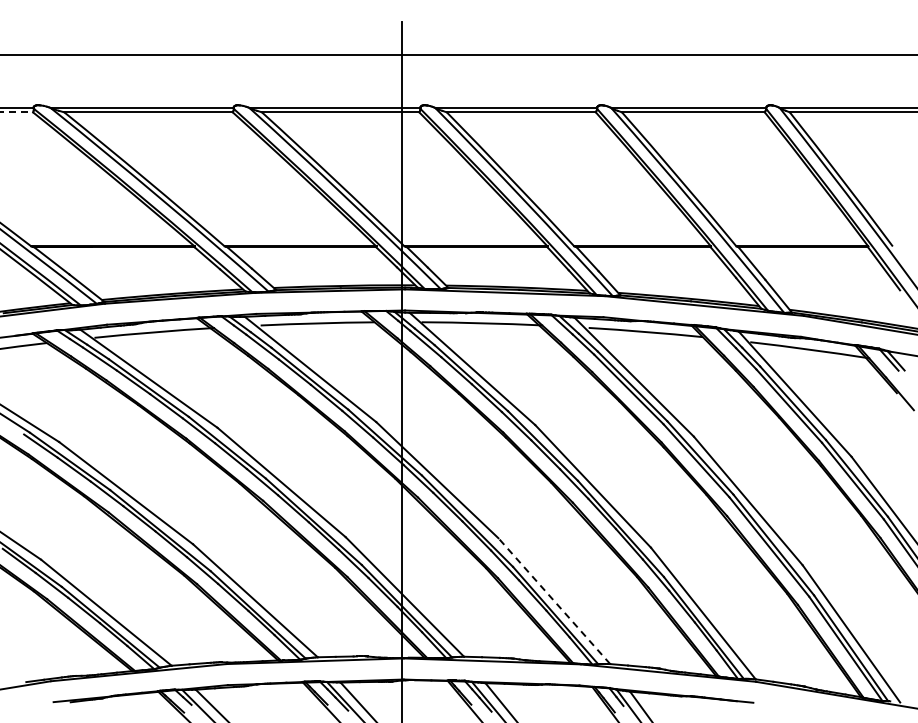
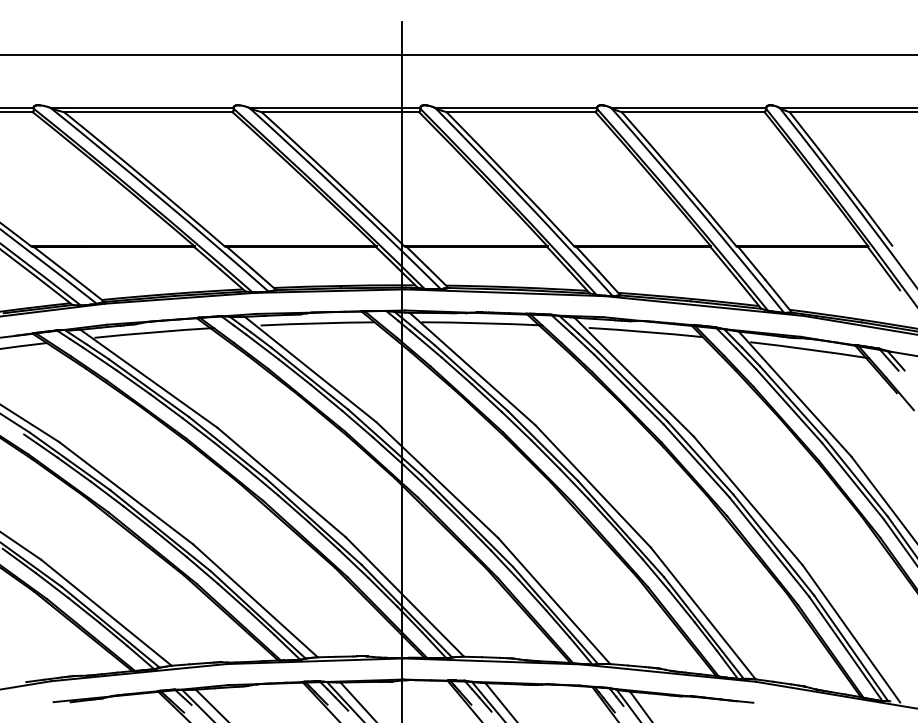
line at (17, 112): dashed -> solid
line at (554, 600): dashed -> solid
